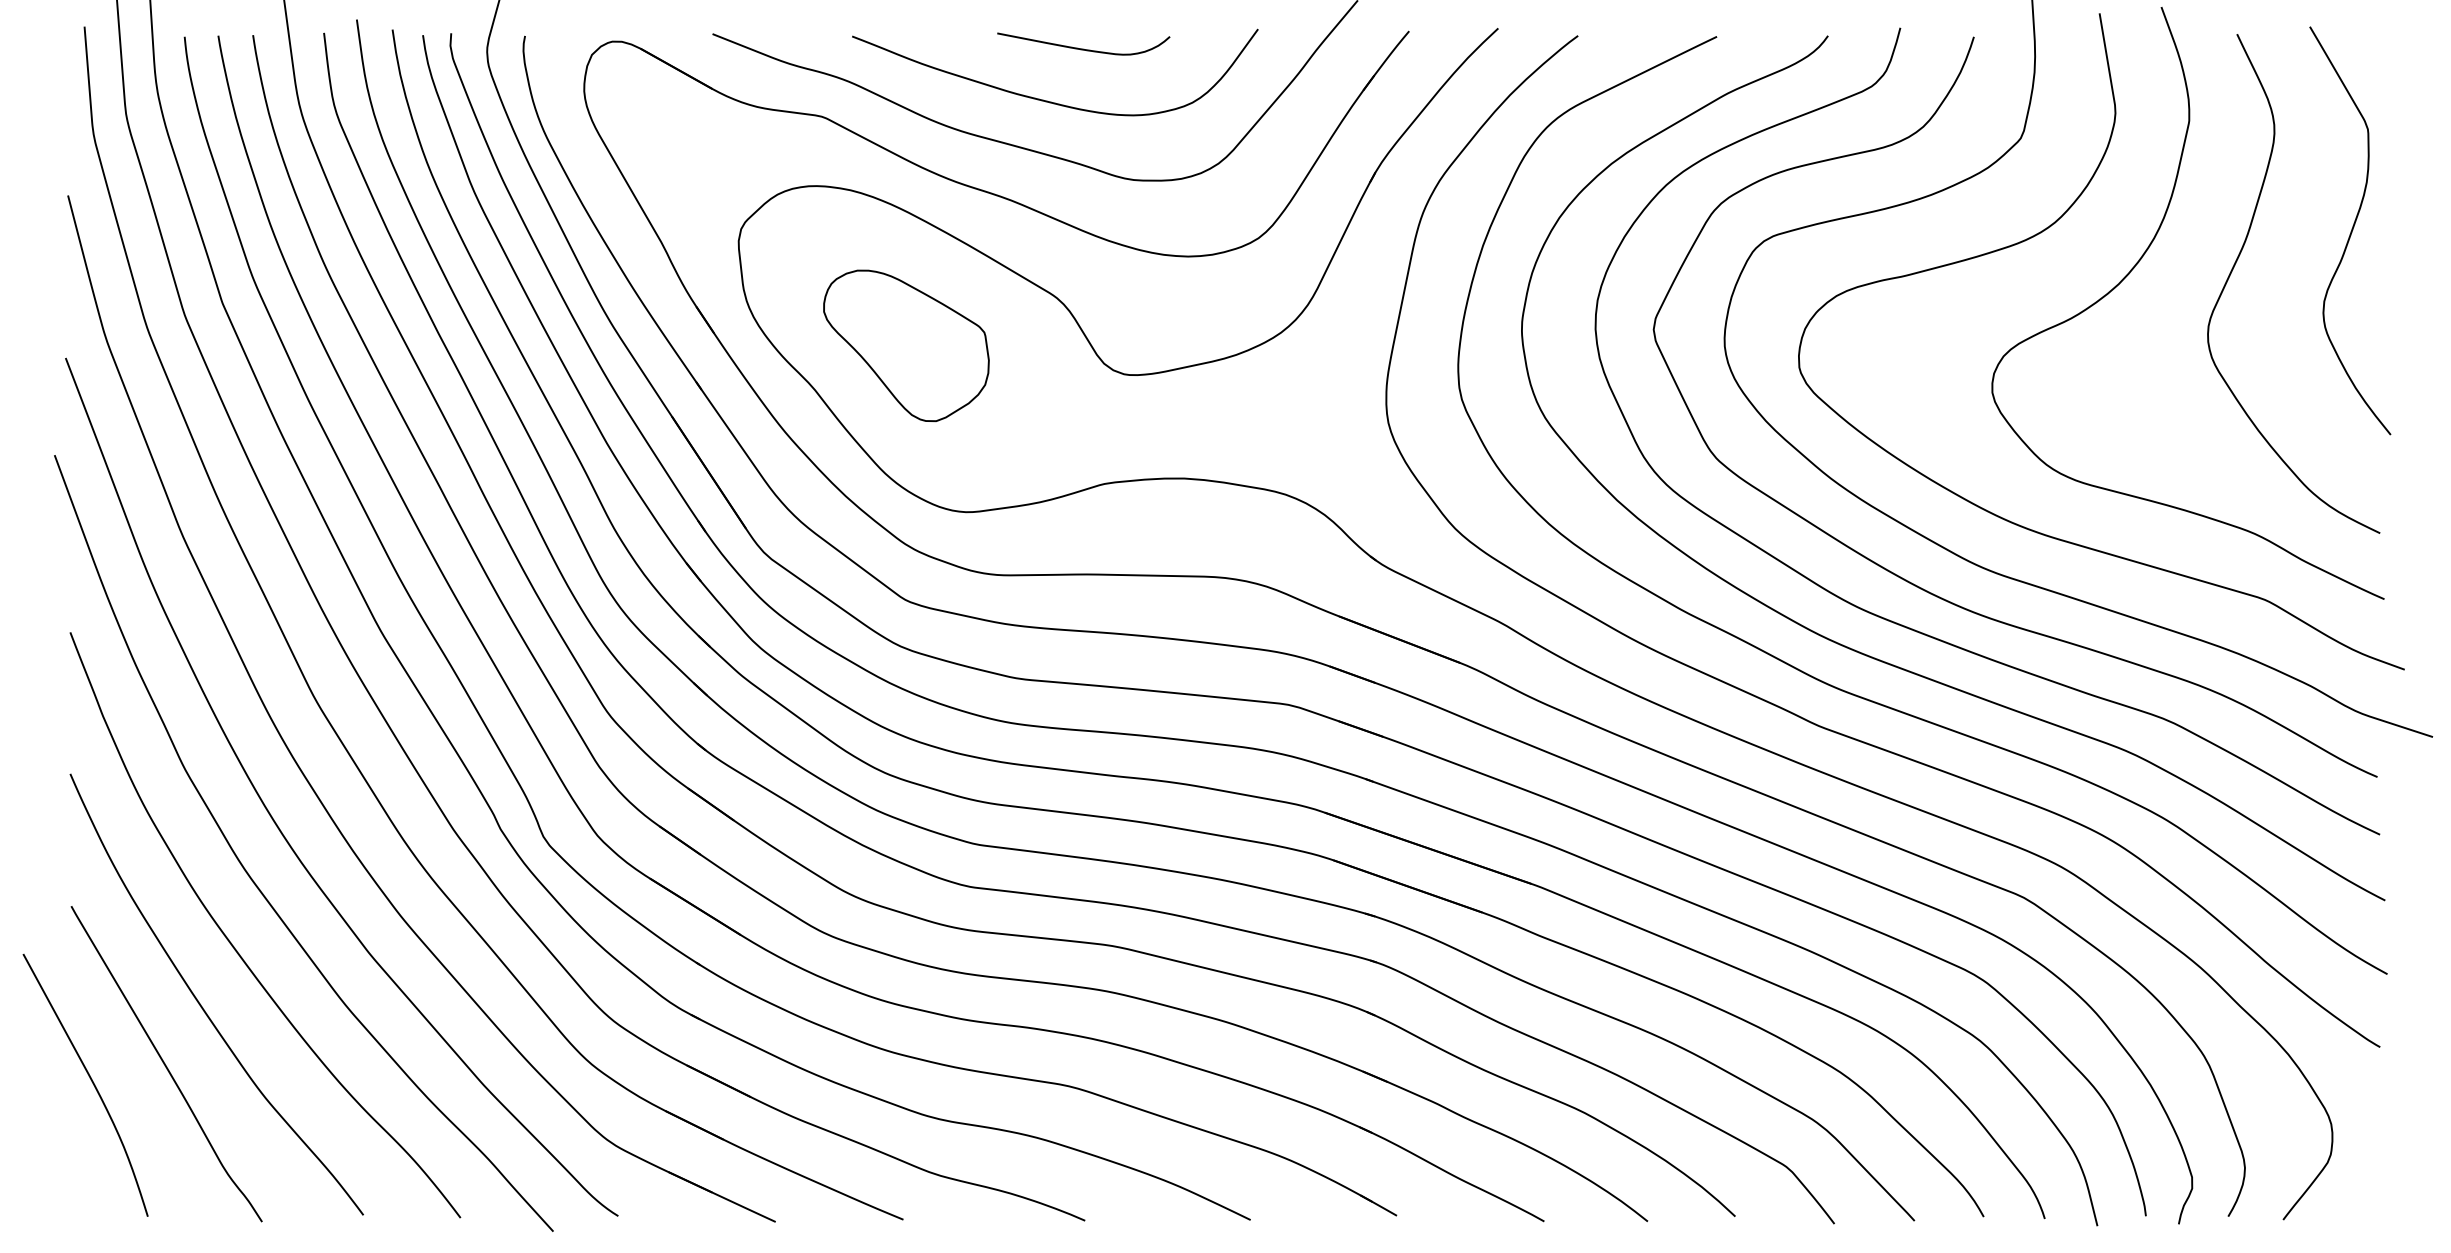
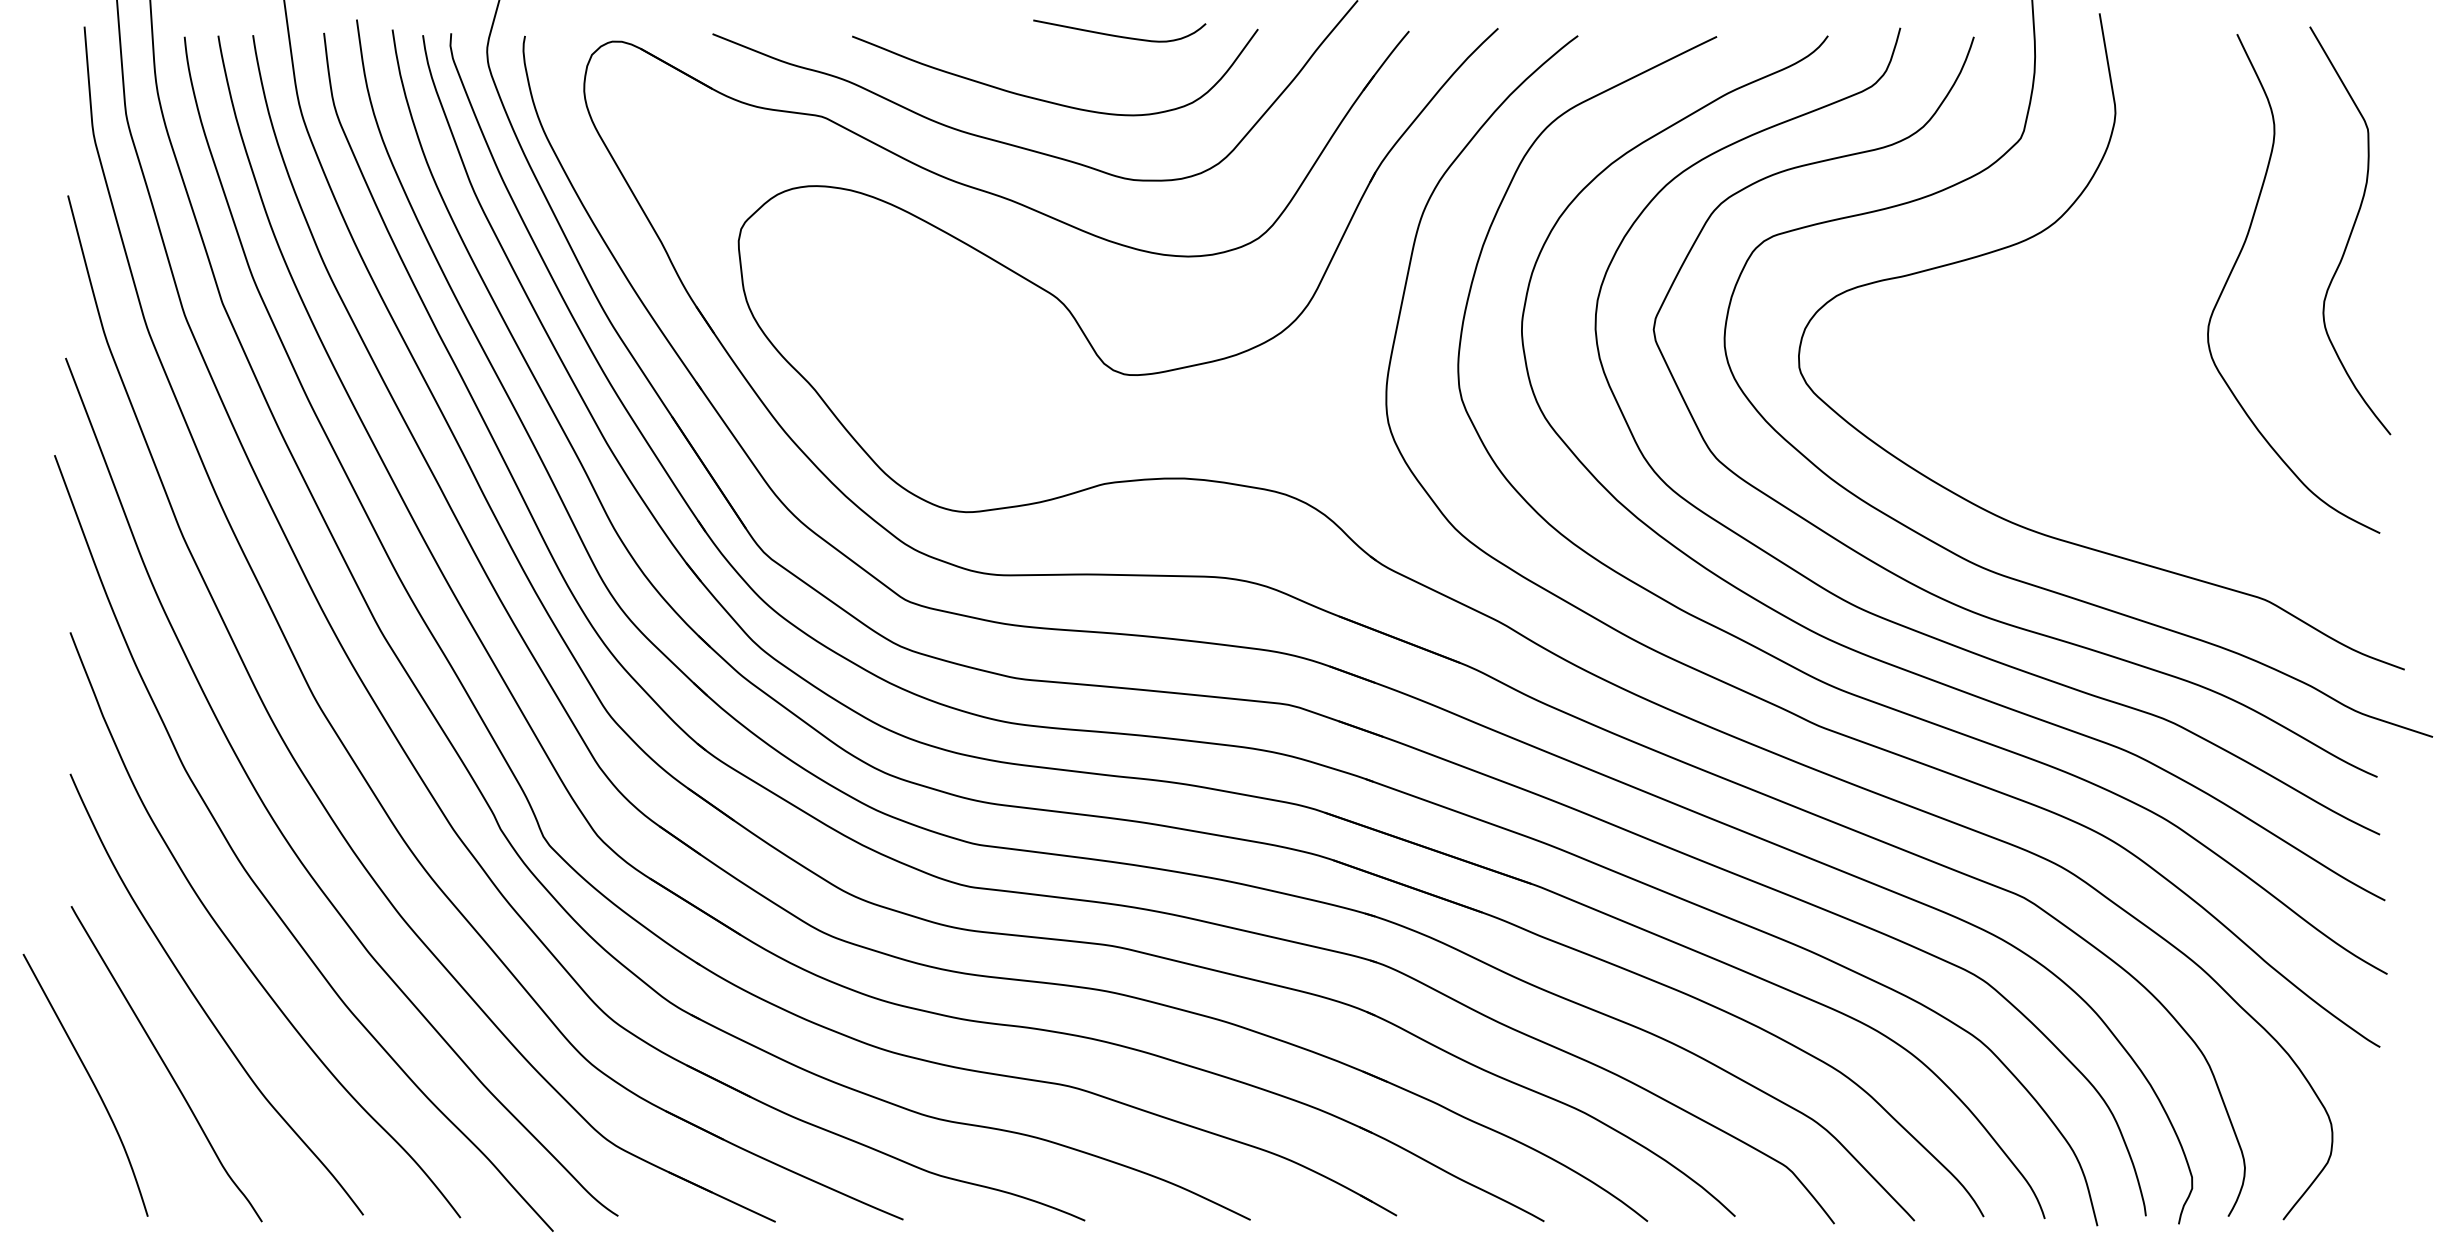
curve at (1083, 48) position: (1083, 48) -> (1119, 35)
curve at (2139, 262): present -> none
part at (906, 345): present -> none
